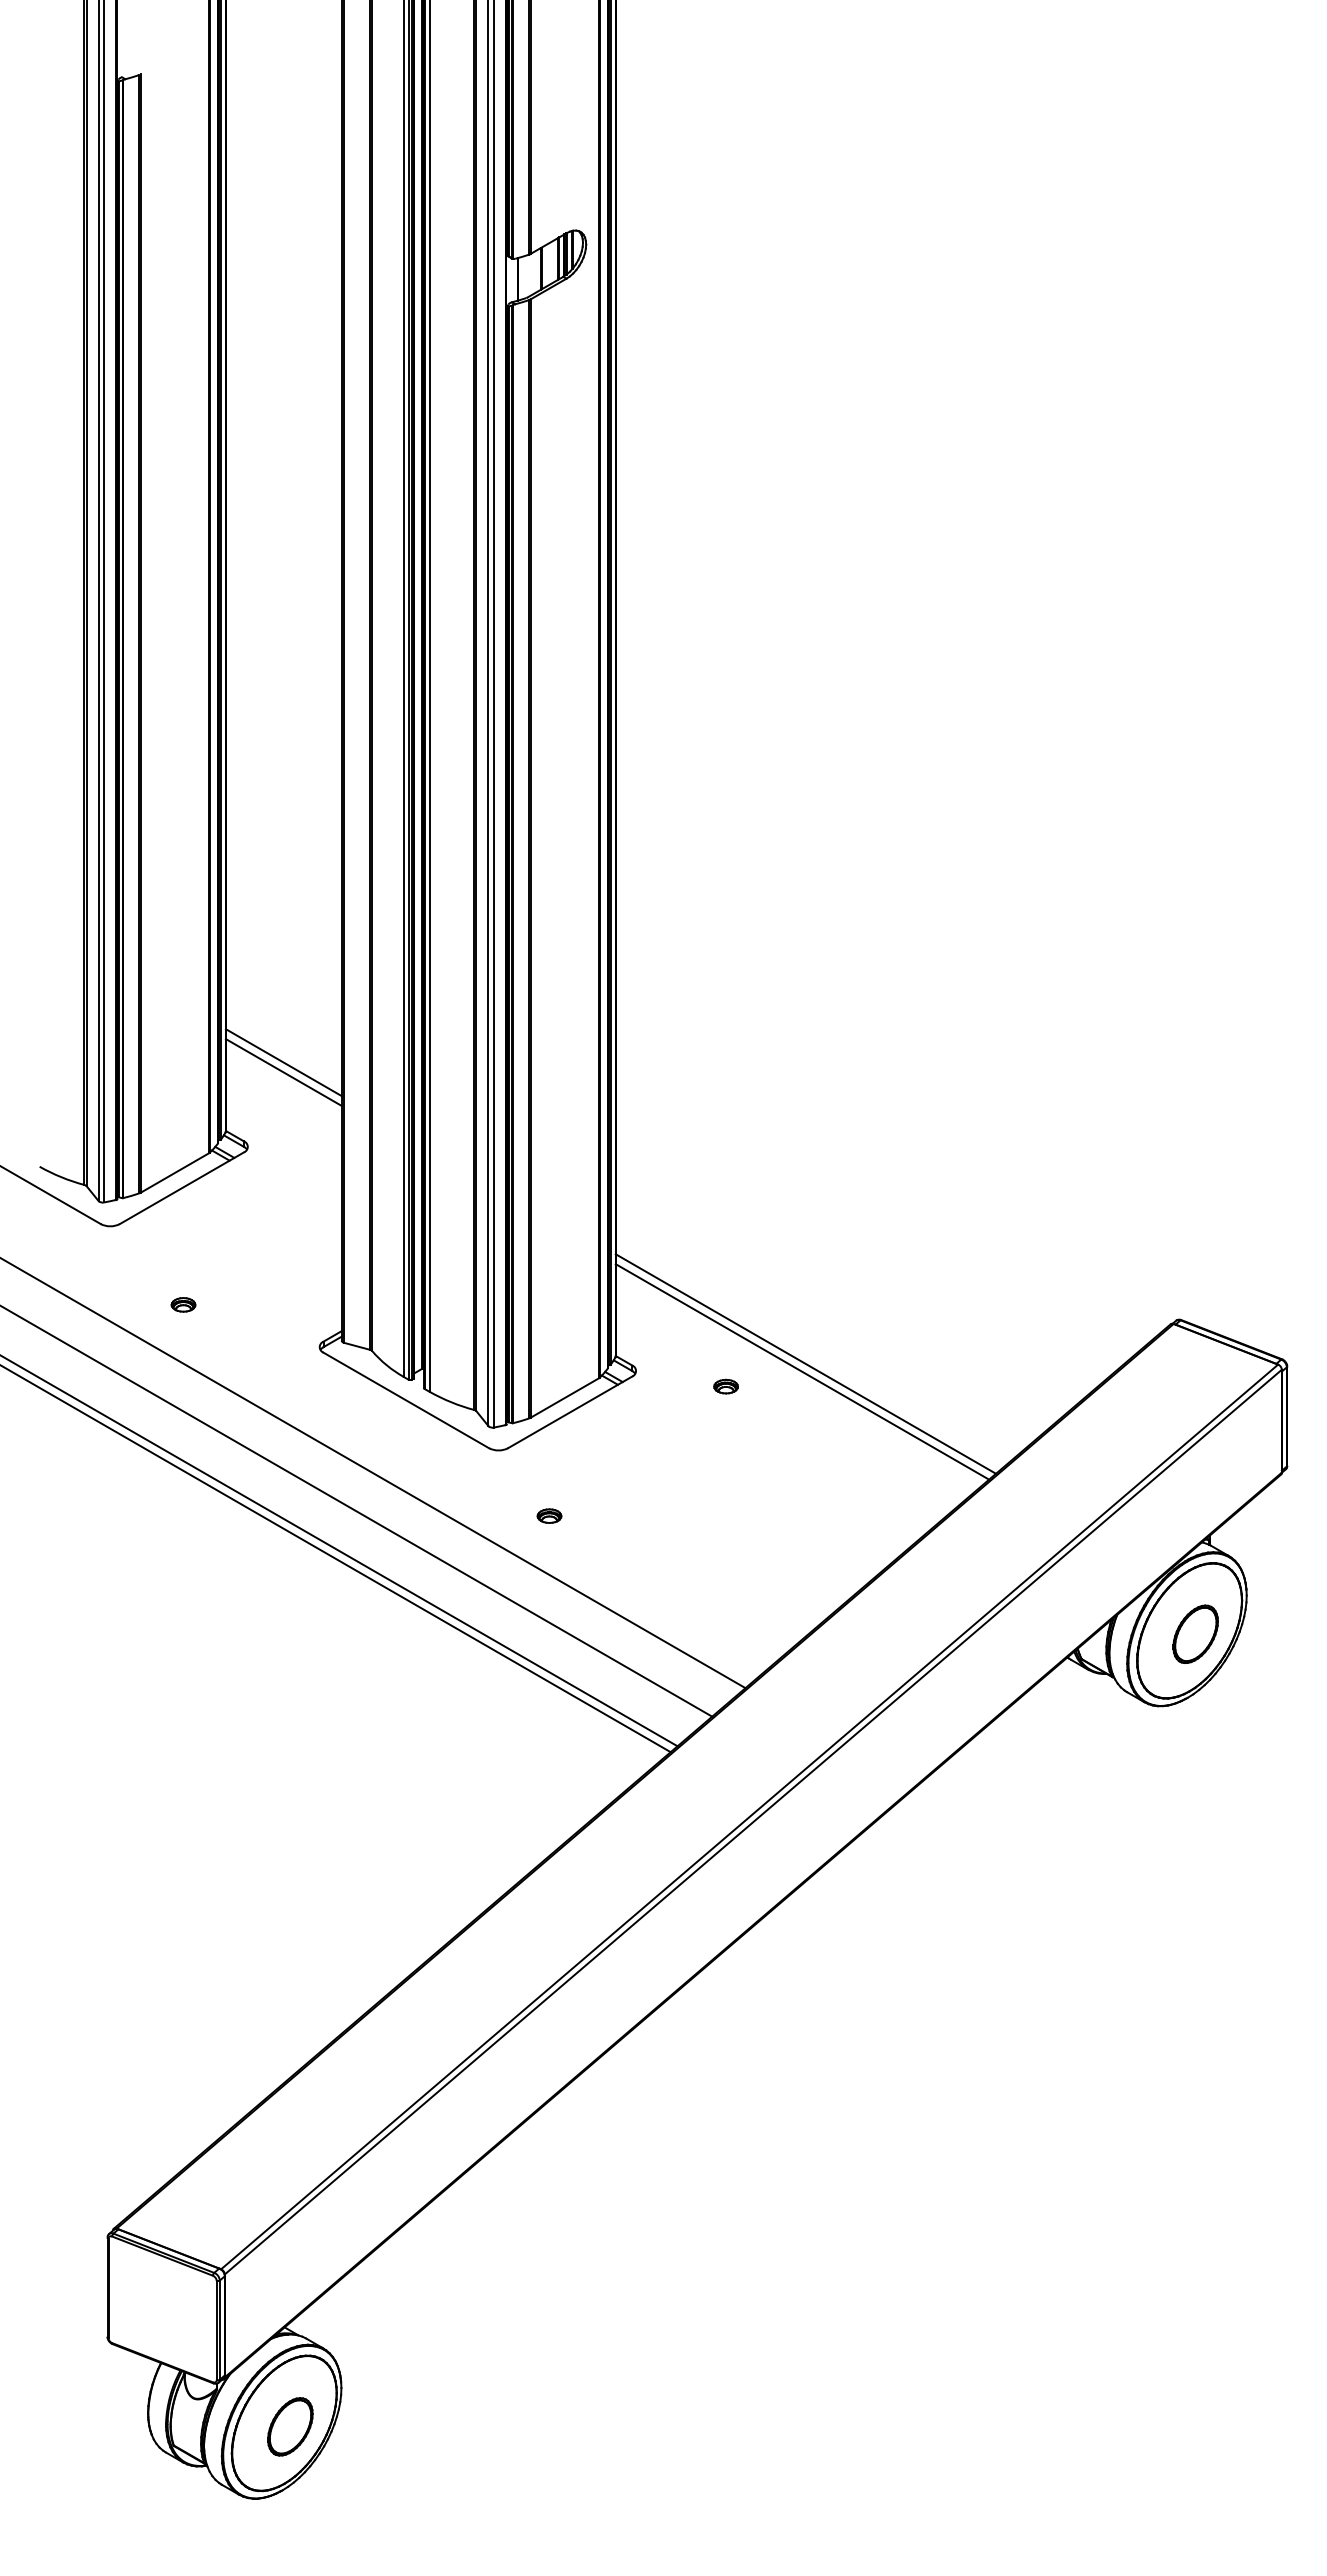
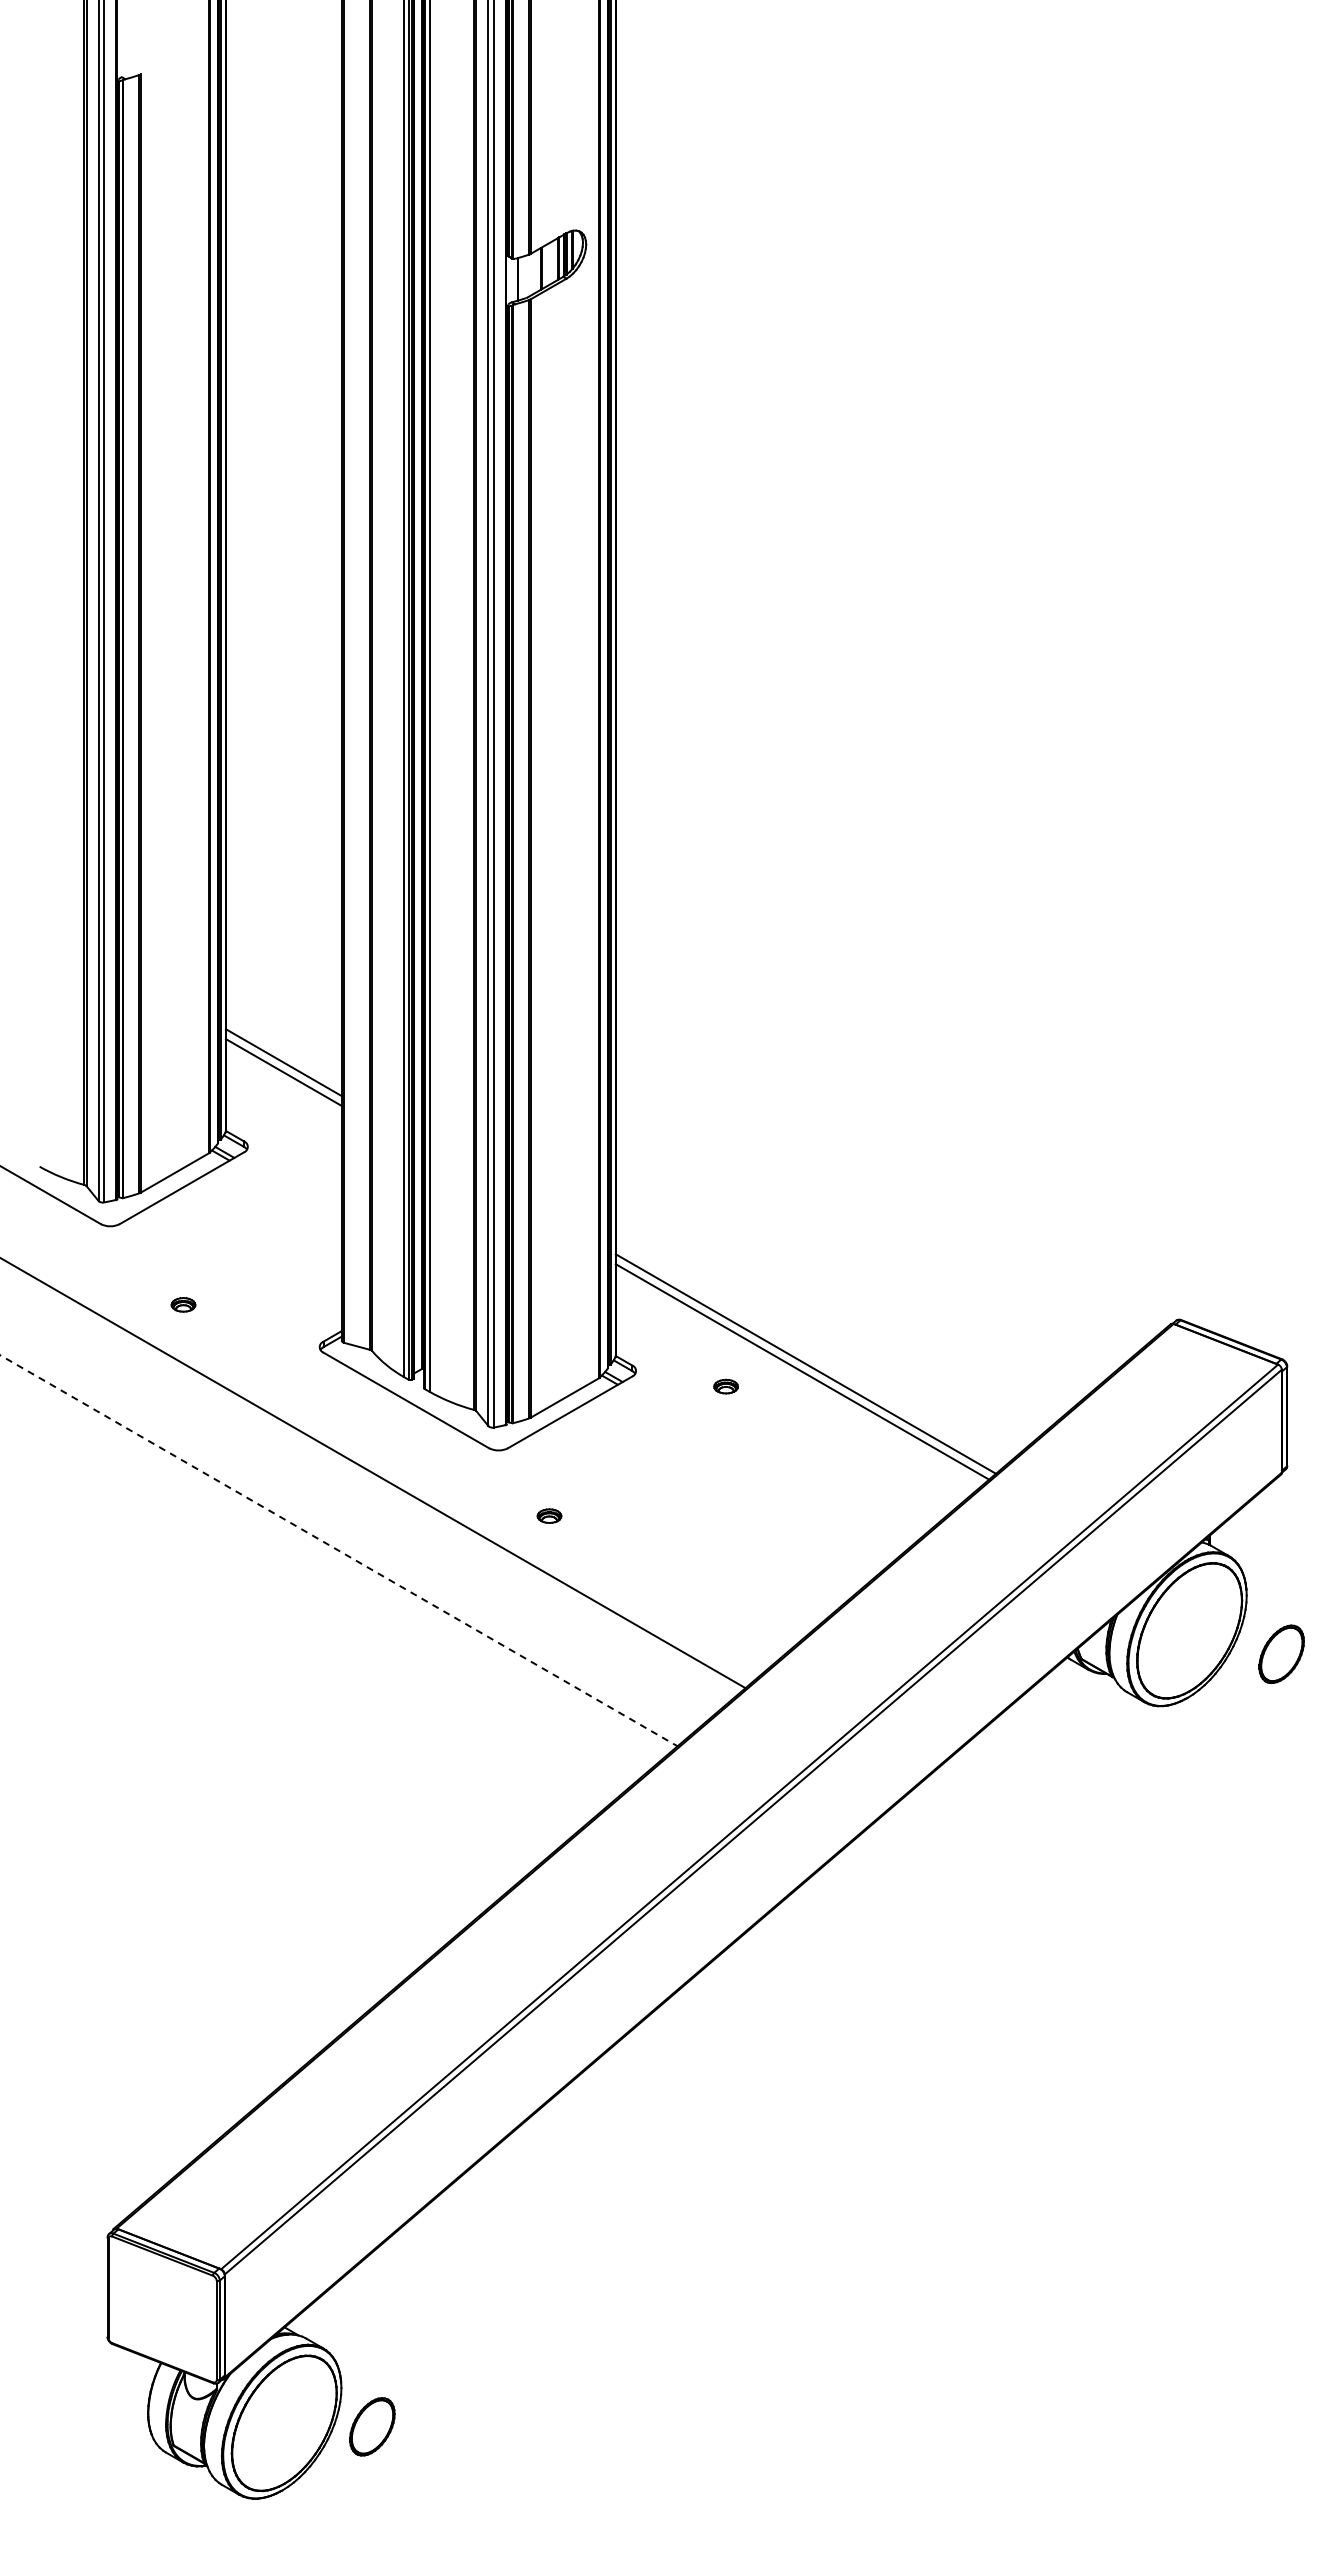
line at (357, 1511): present -> none
line at (339, 1550): solid -> dashed
line at (336, 1559): present -> none
part at (1195, 1633) position: (1195, 1633) -> (1281, 1653)
part at (290, 2426) position: (290, 2426) -> (372, 2426)
